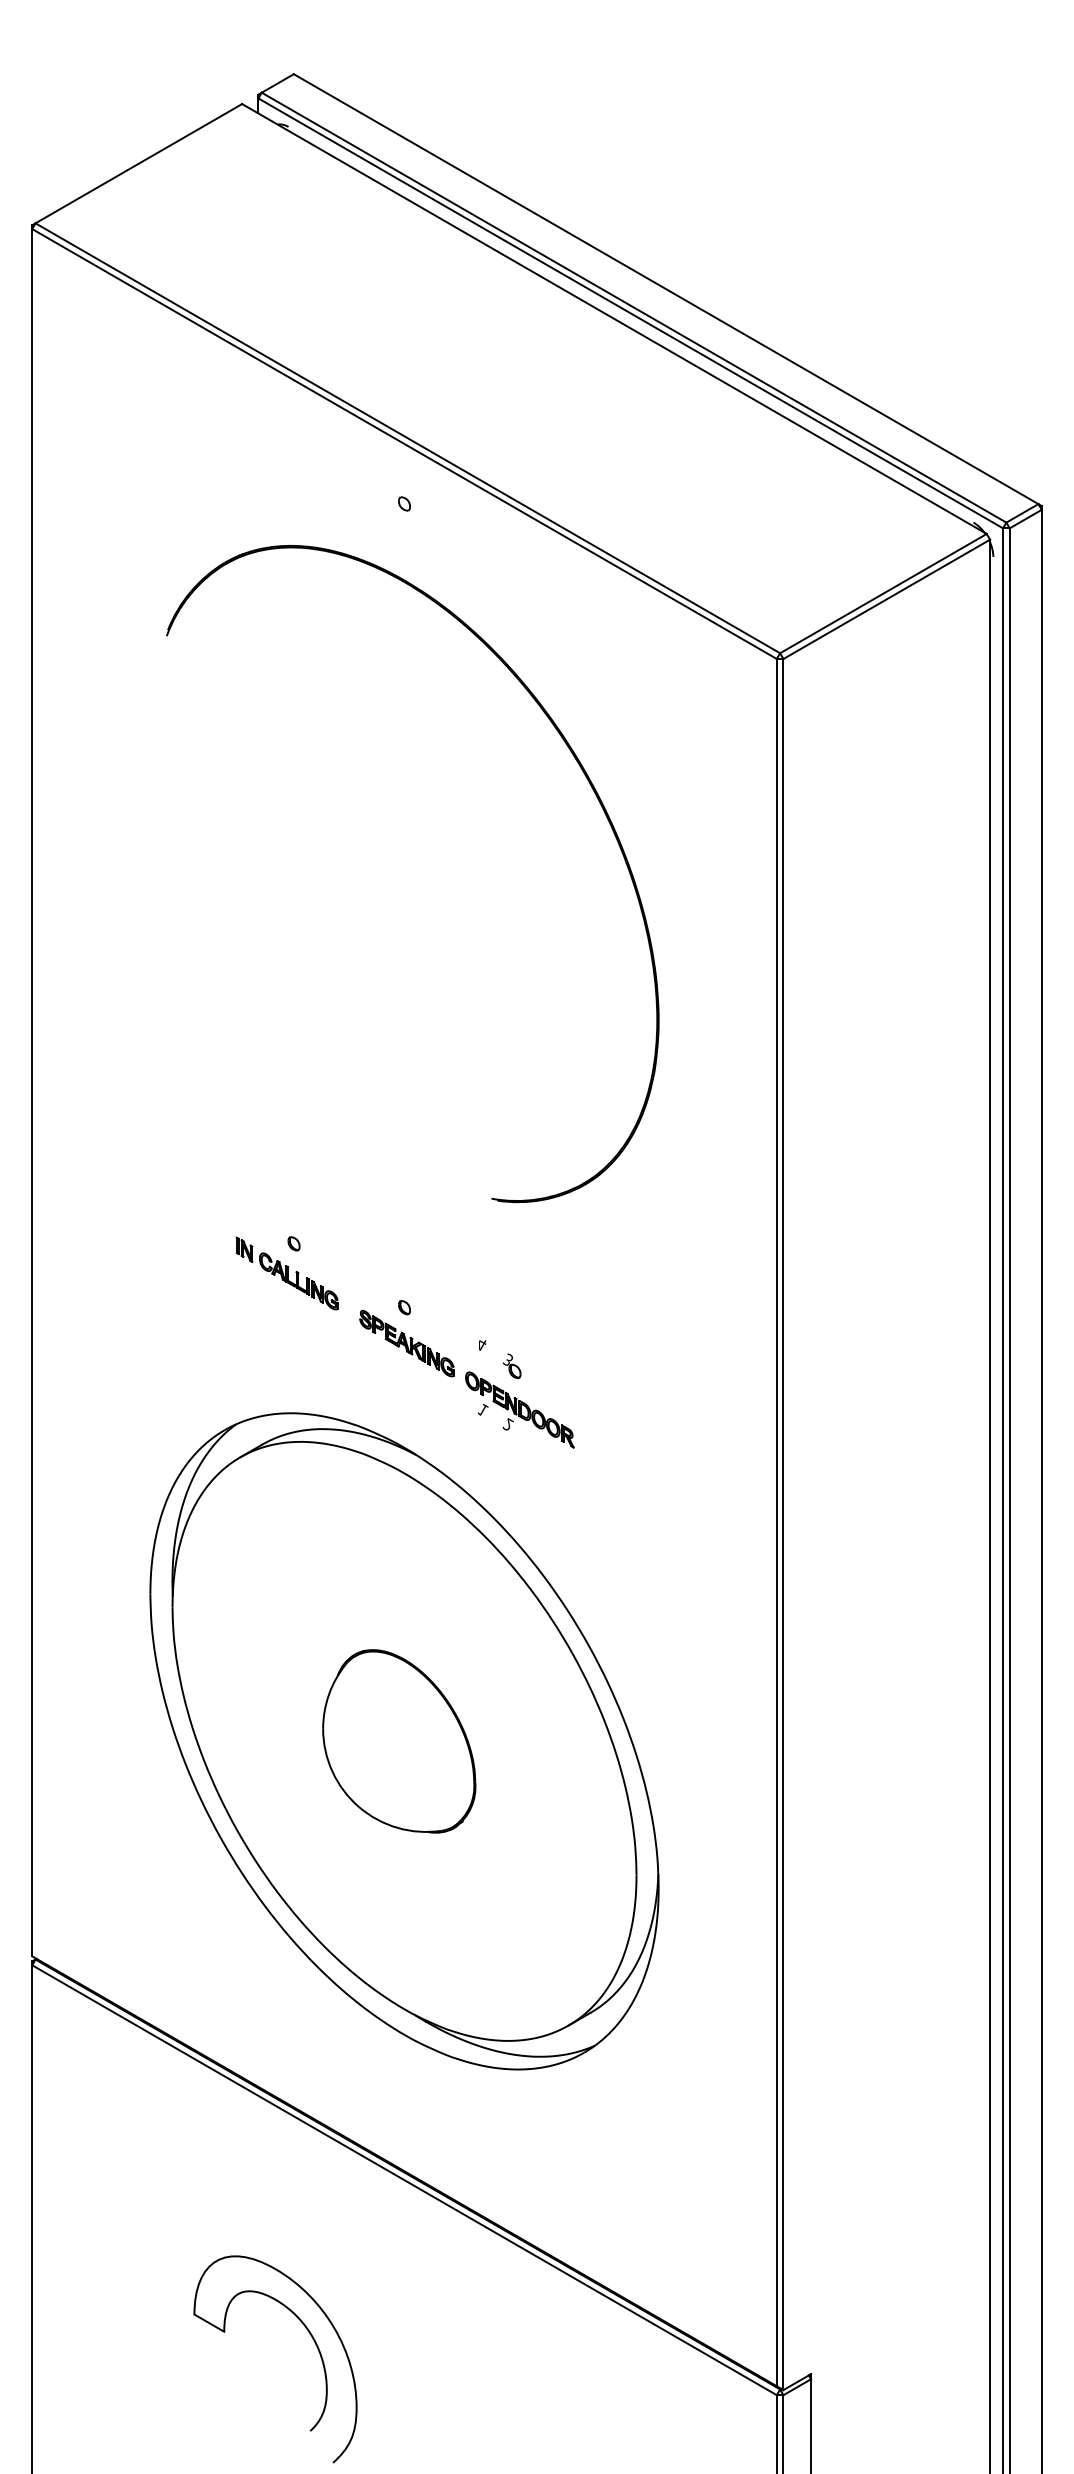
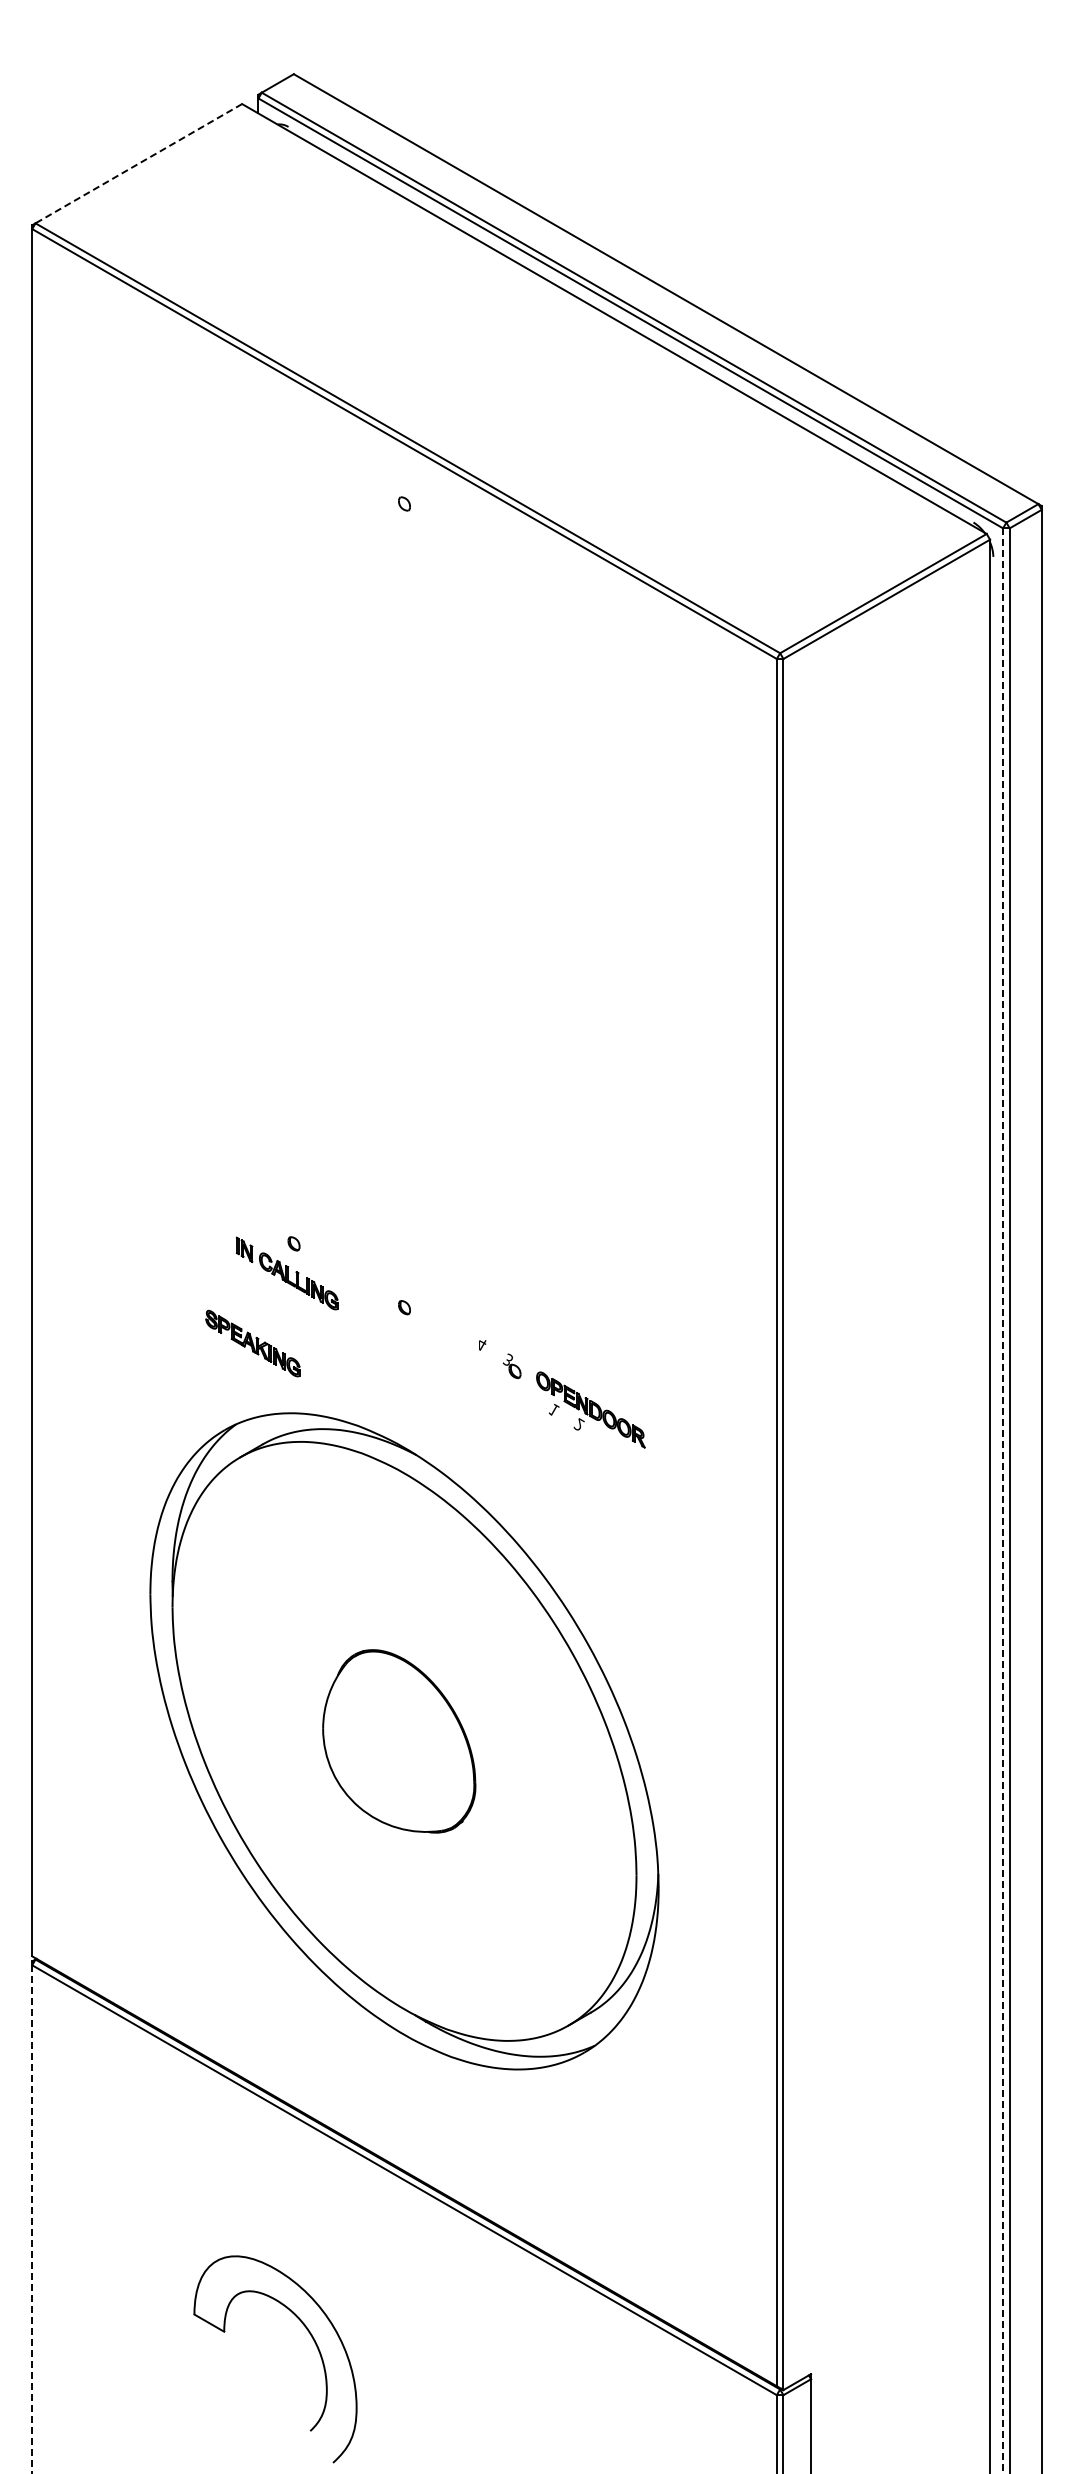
line at (138, 163): solid -> dashed
part at (584, 775): present -> none
part at (406, 1343) position: (406, 1343) -> (252, 1343)
part at (519, 1409) position: (519, 1409) -> (590, 1409)
line at (1003, 1501): solid -> dashed
line at (32, 2219): solid -> dashed
